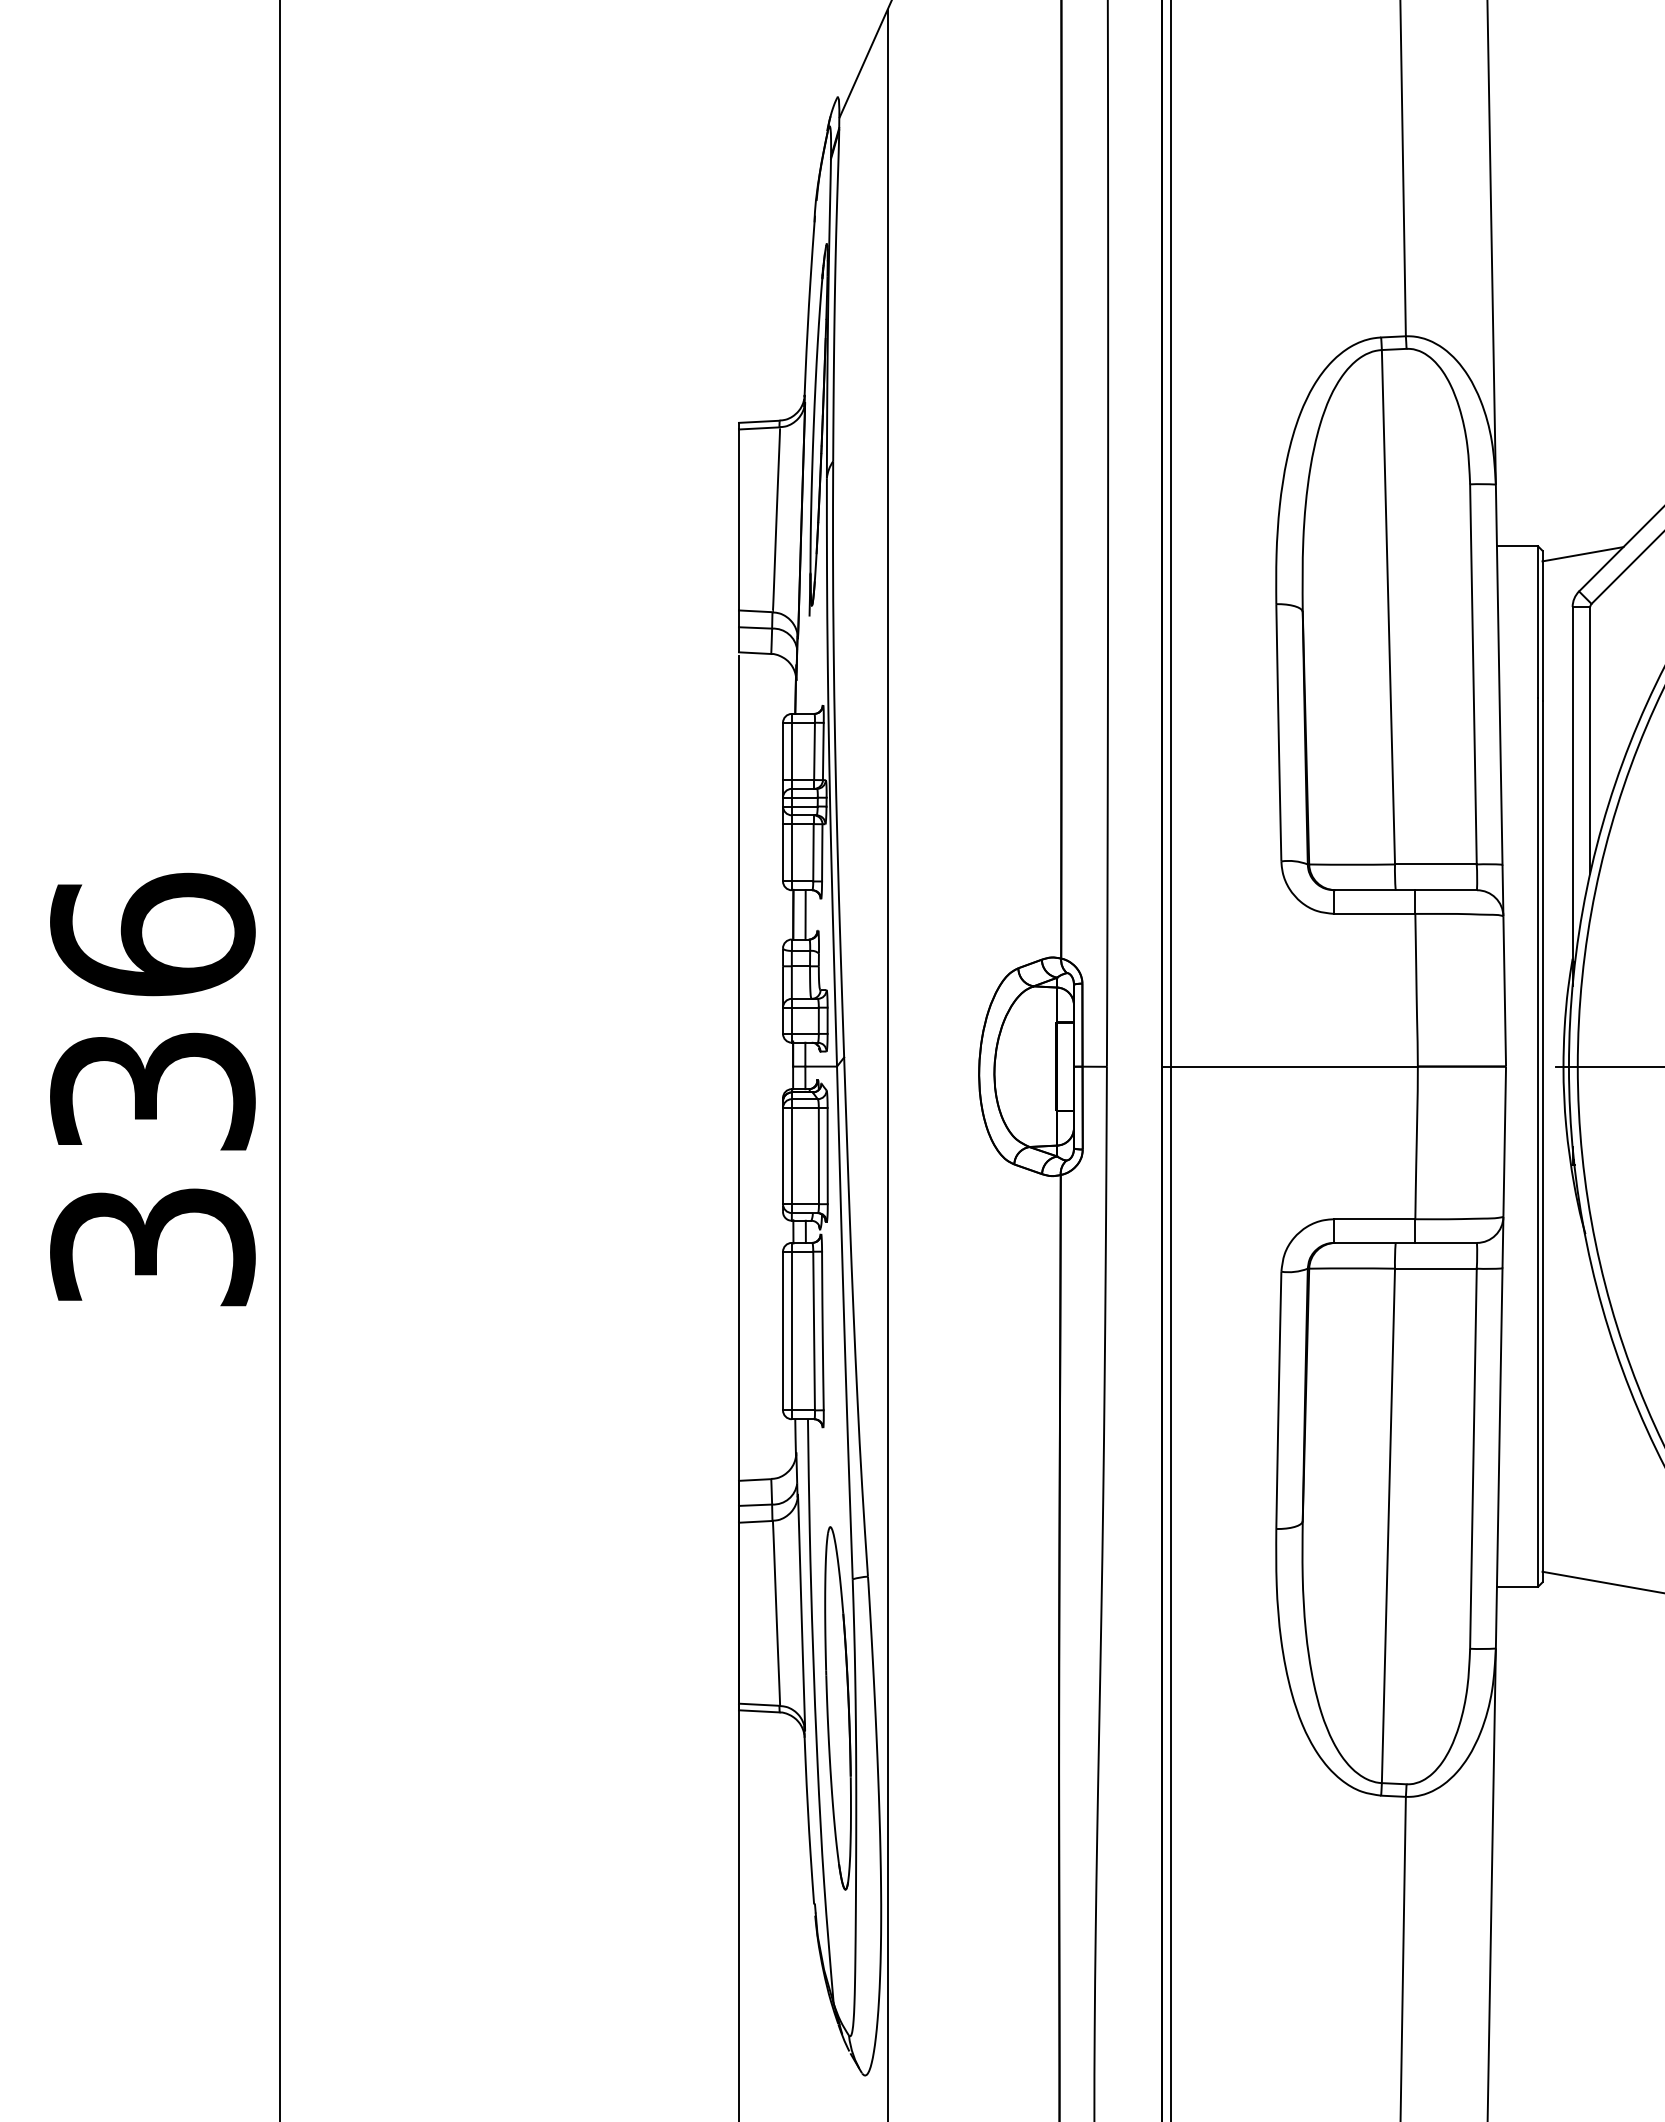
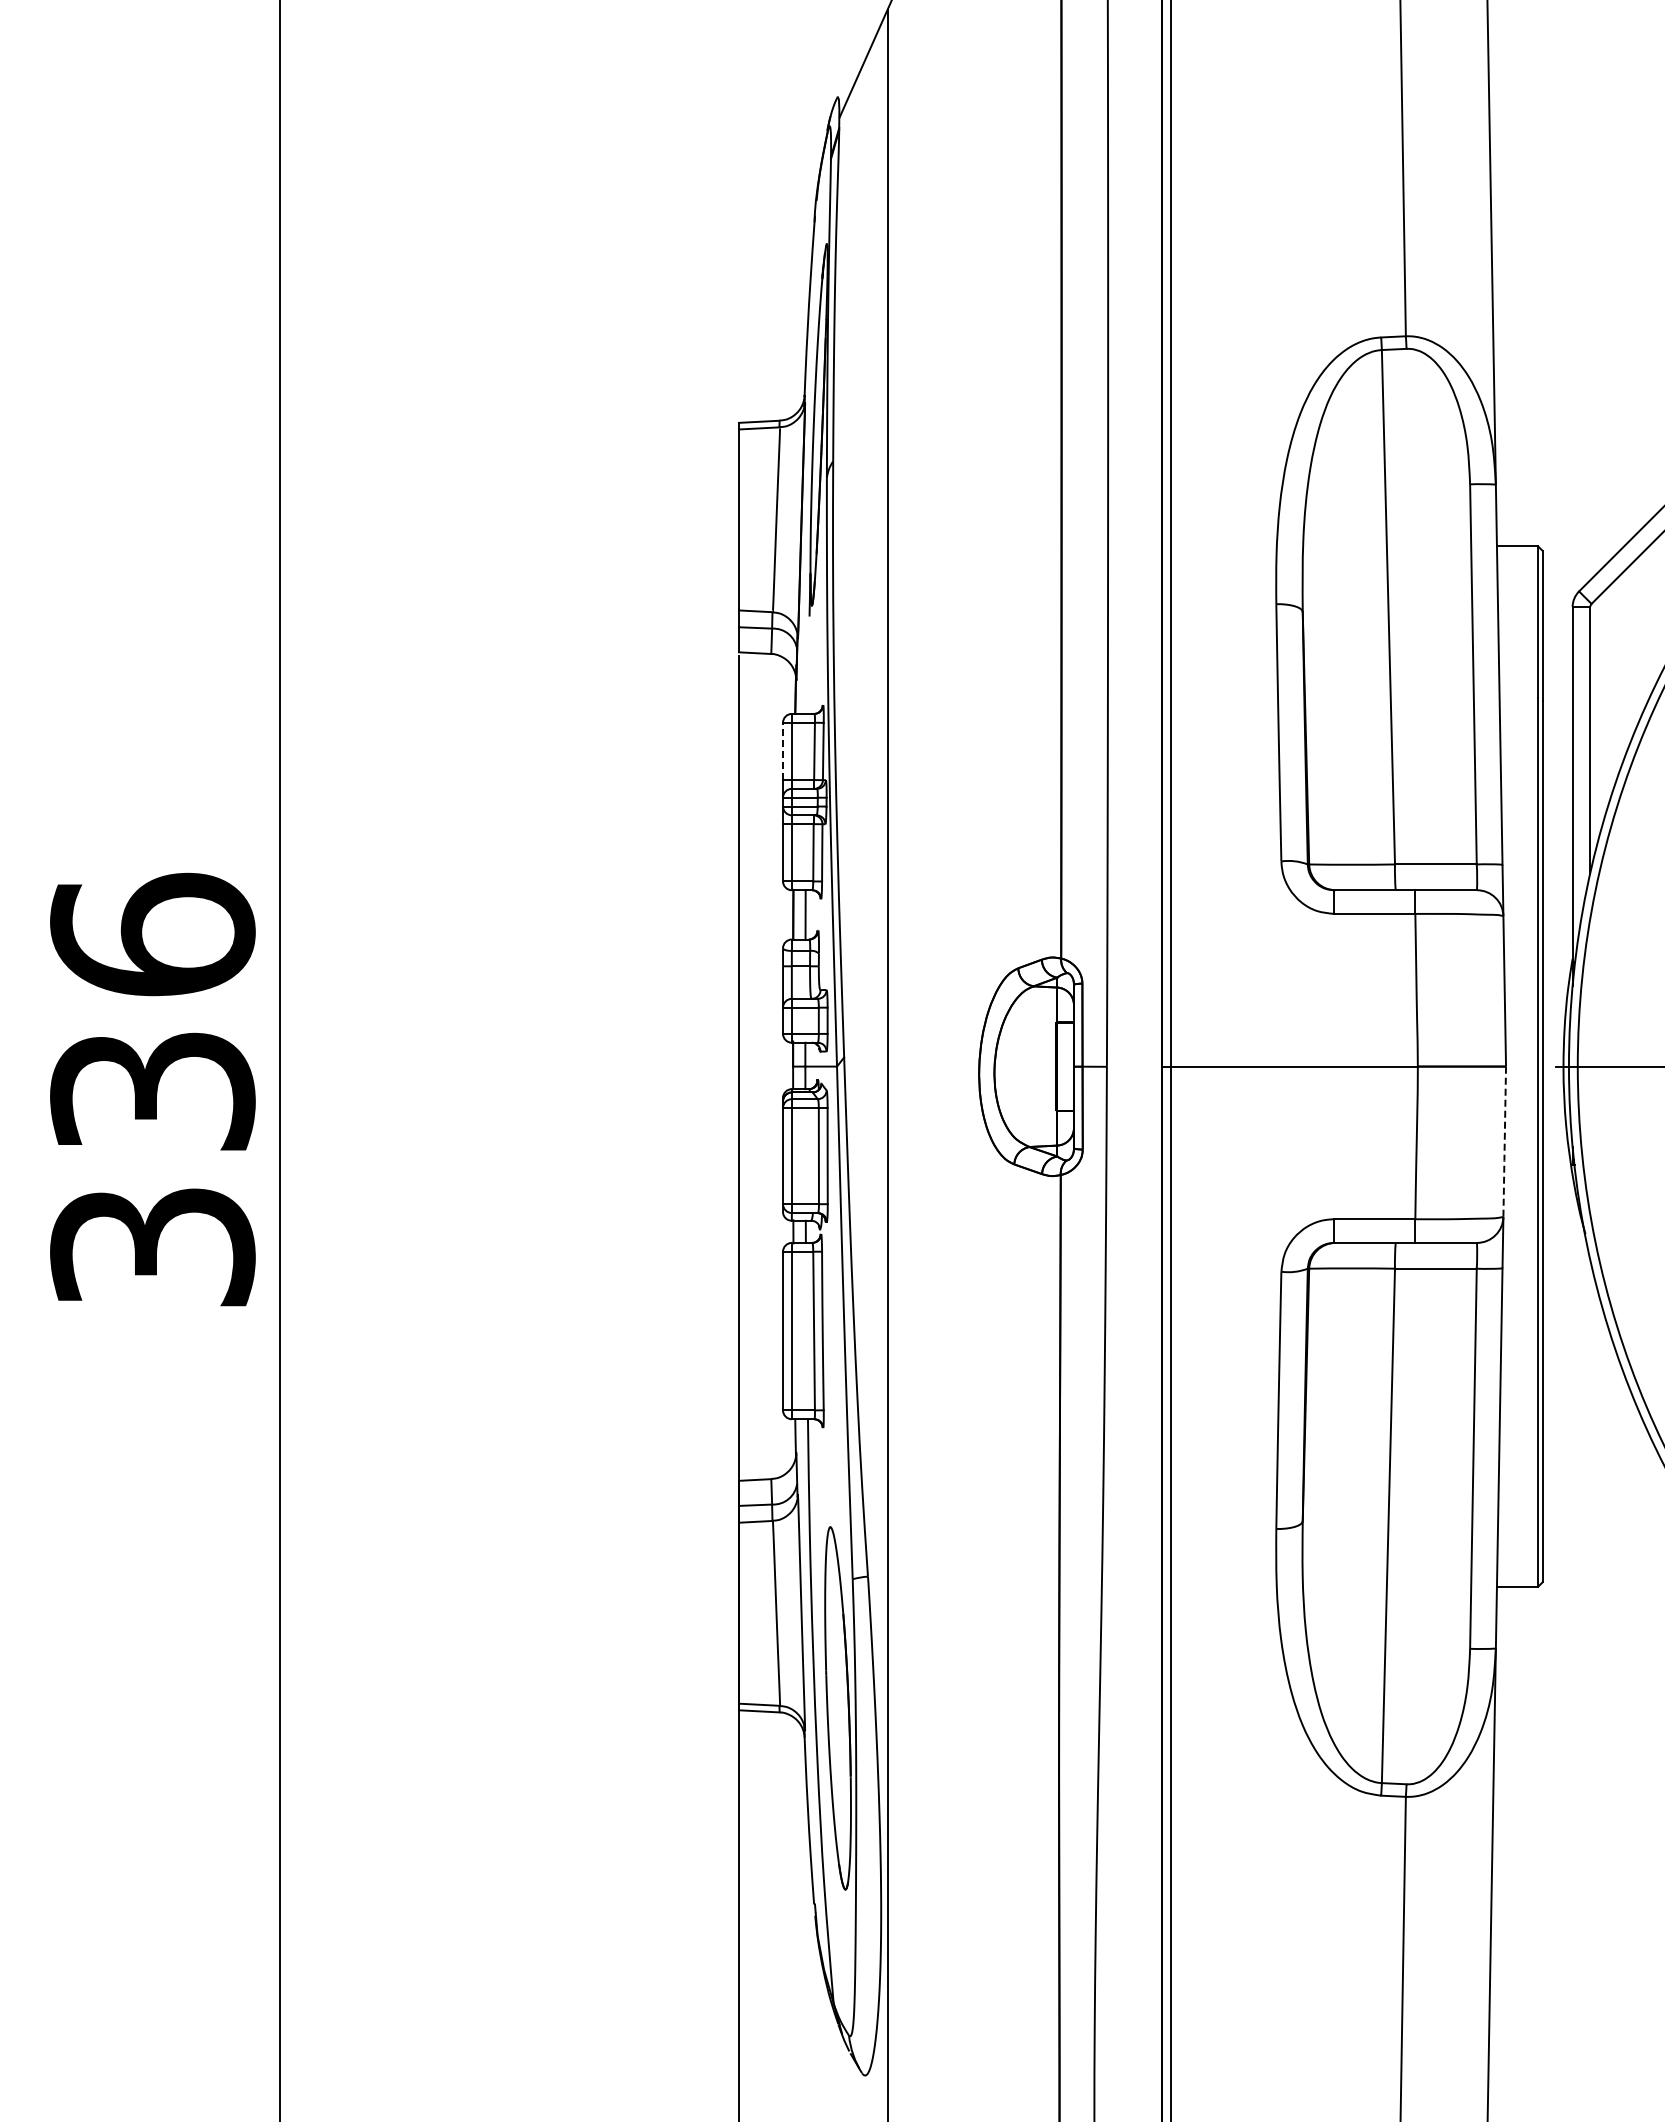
line at (1582, 554): present -> none
line at (783, 751): solid -> dashed
line at (1504, 1142): solid -> dashed
line at (1601, 1581): present -> none
